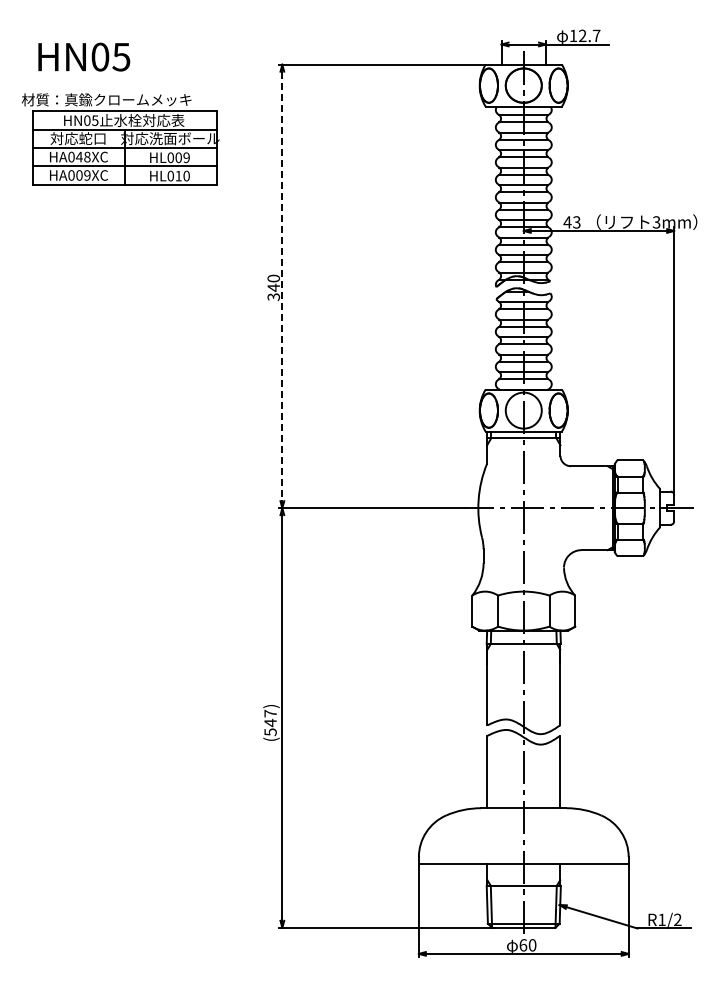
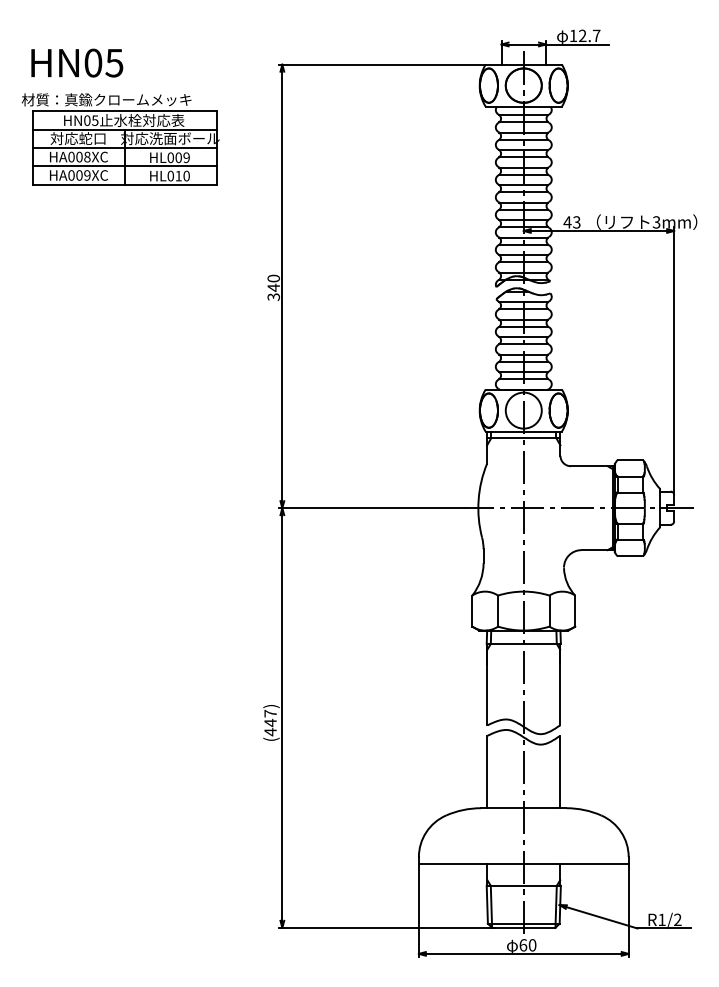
text at (84, 56) position: (84, 56) -> (77, 62)
text at (79, 156): HA048XC -> HA008XC
line at (282, 286): dashed -> solid
text at (270, 732): (547) -> (447)
